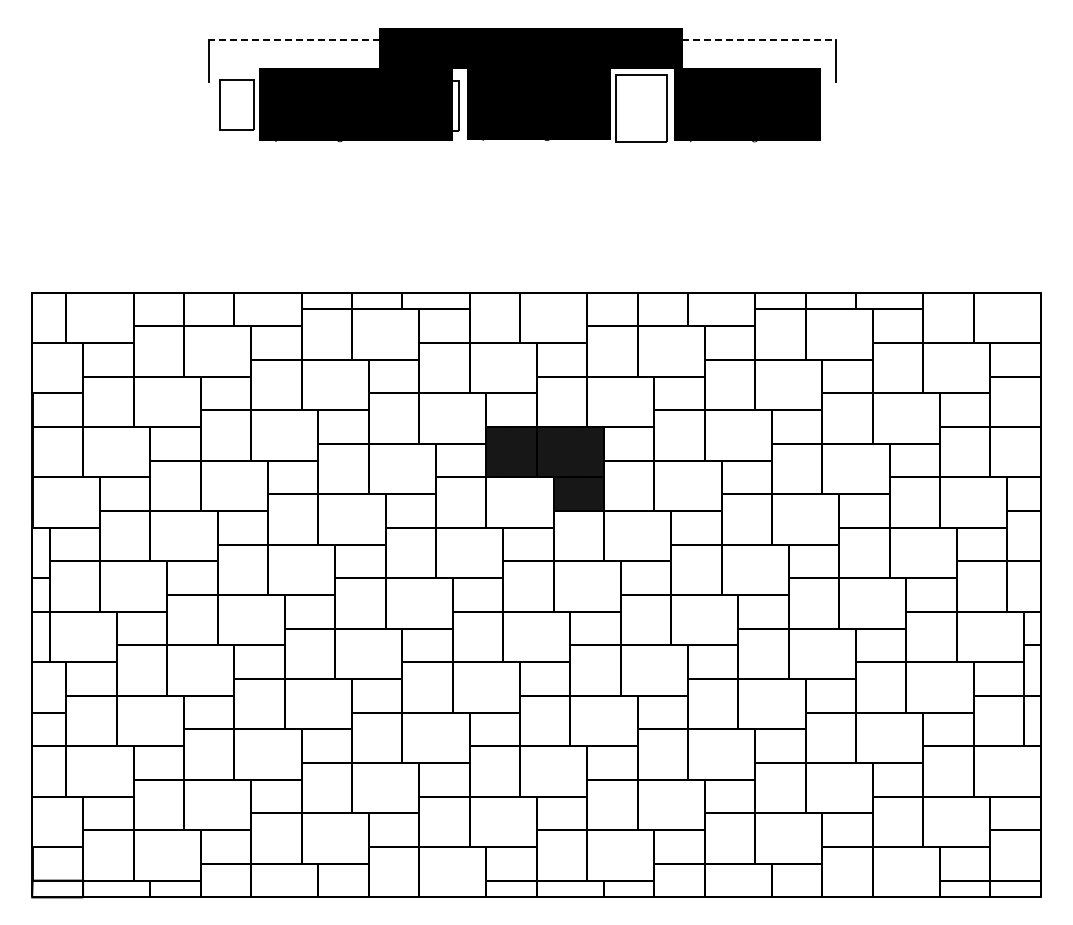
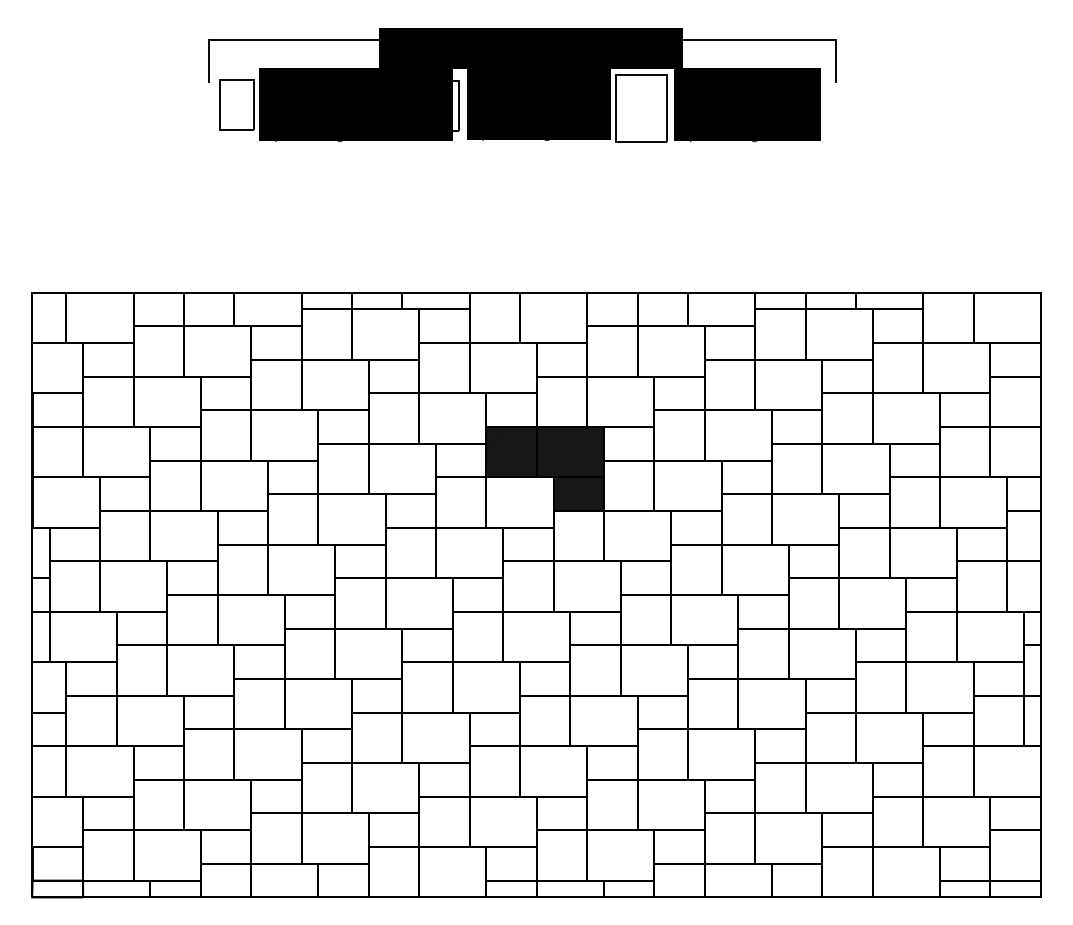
line at (294, 40): dashed -> solid
line at (759, 40): dashed -> solid
